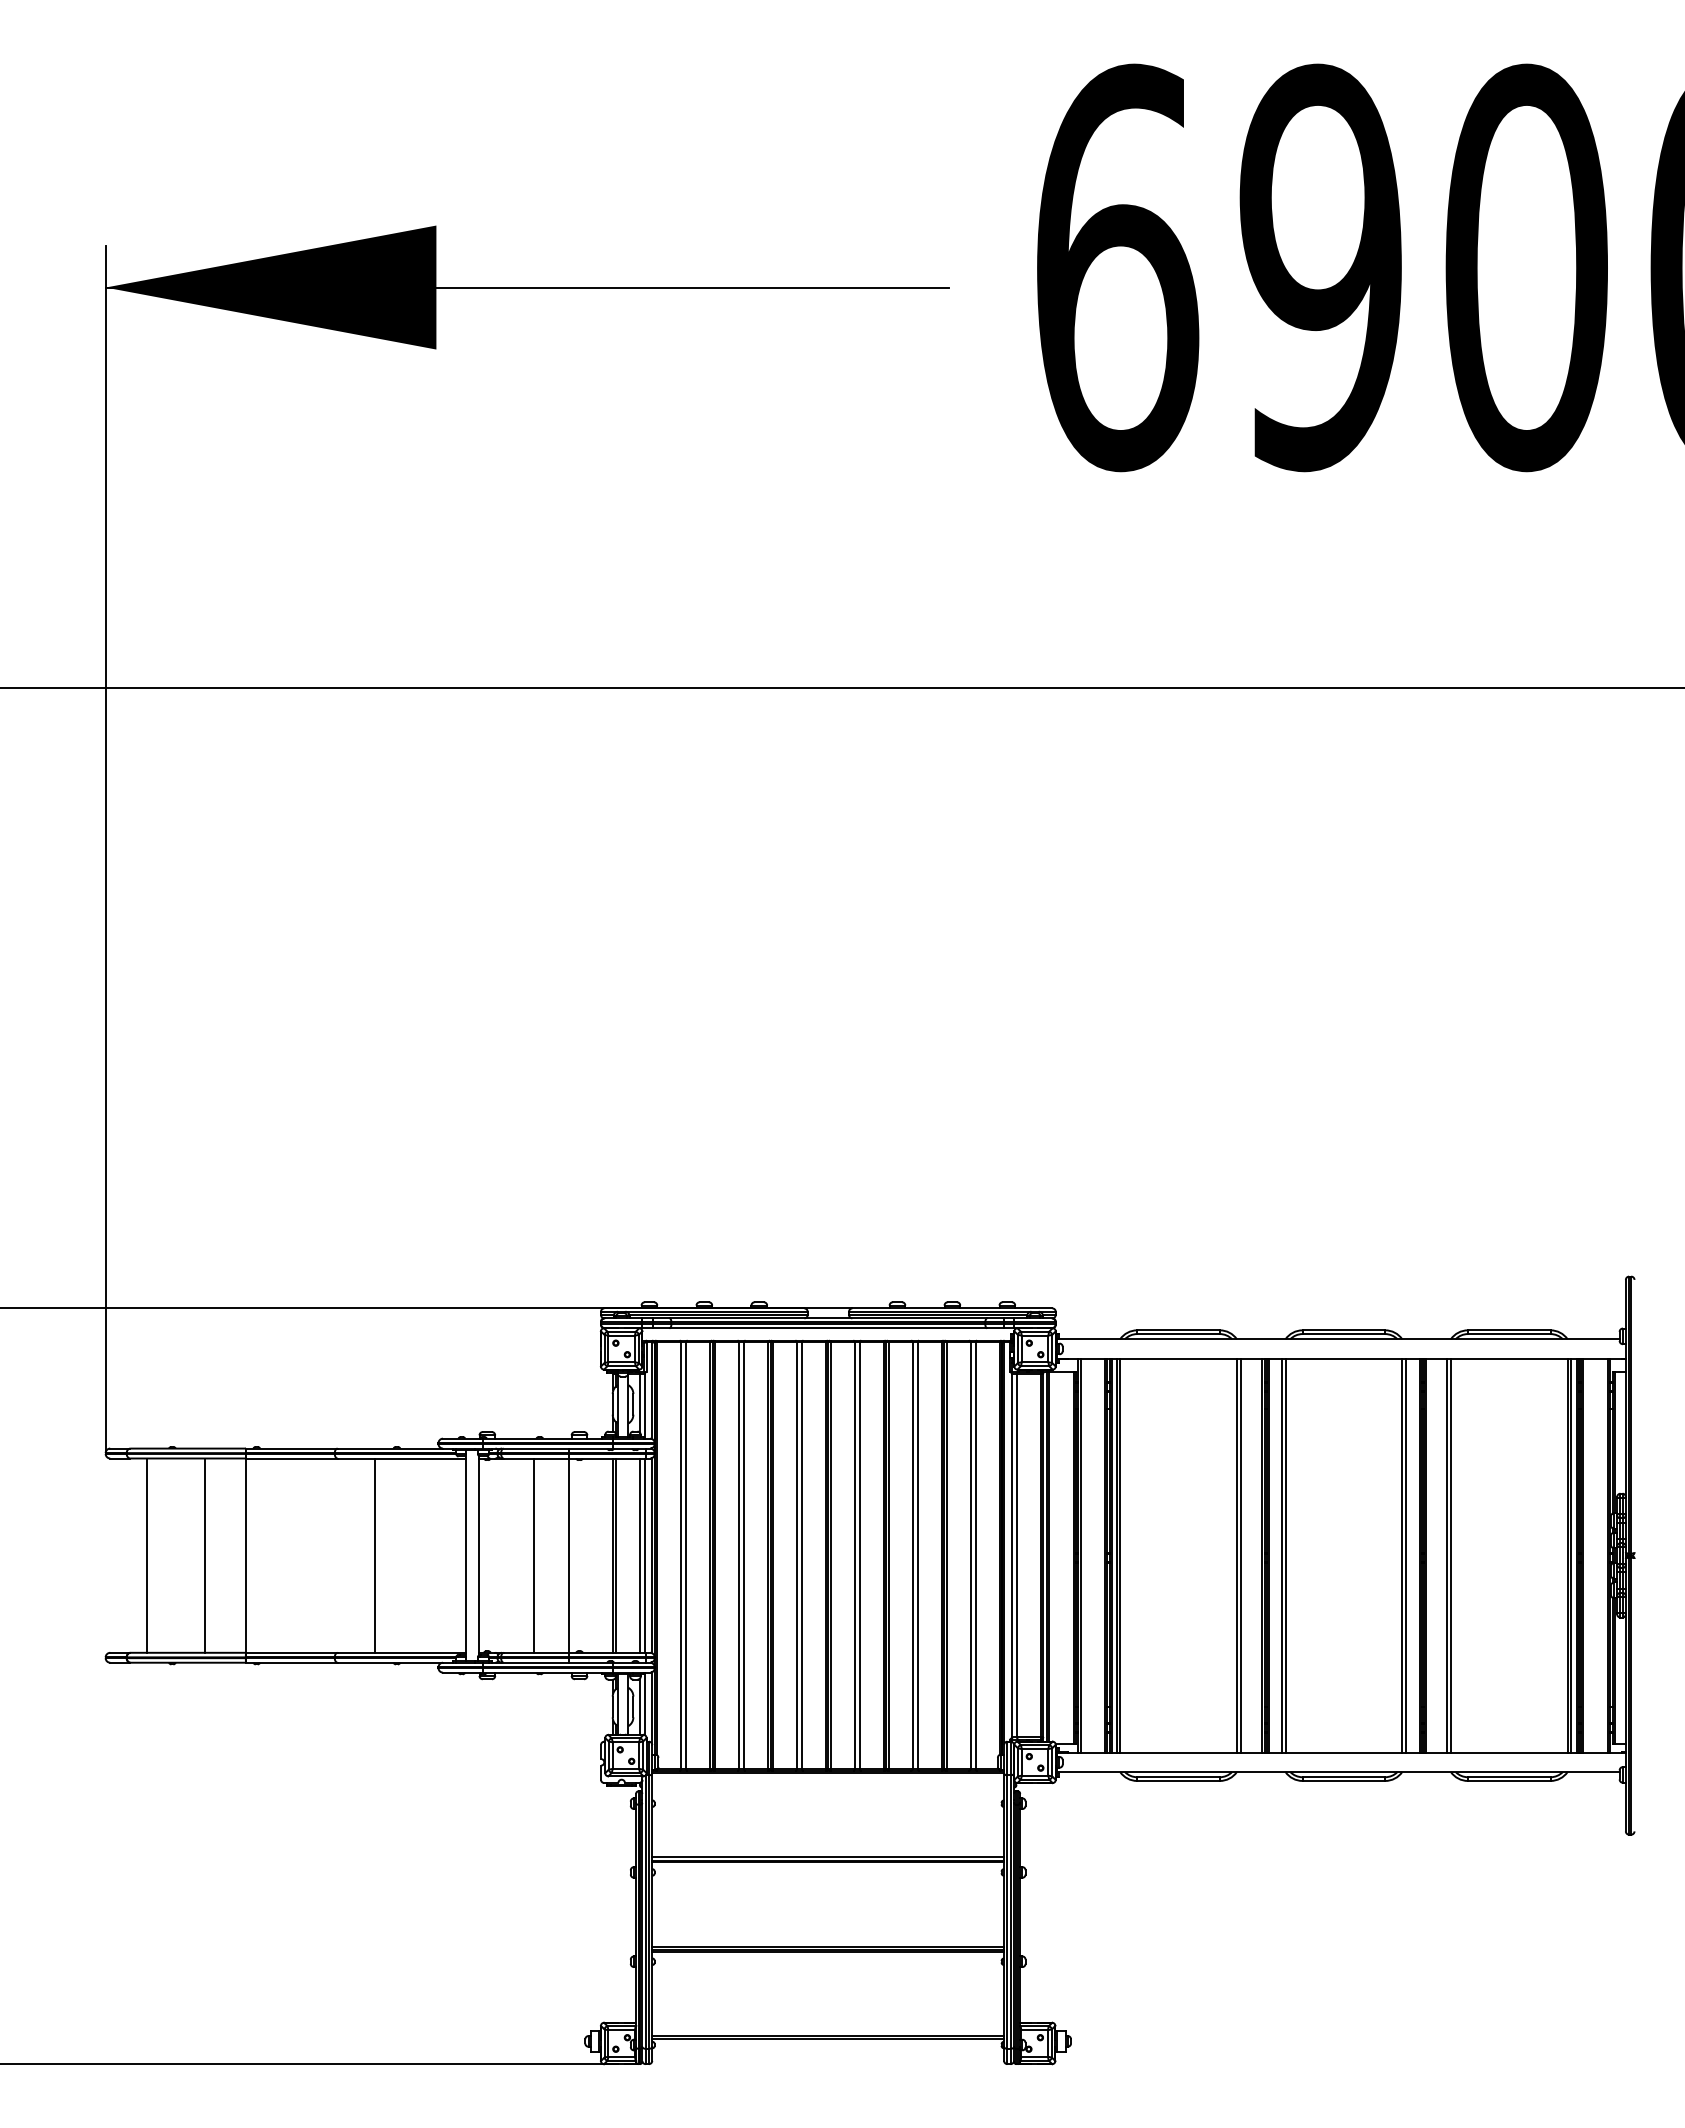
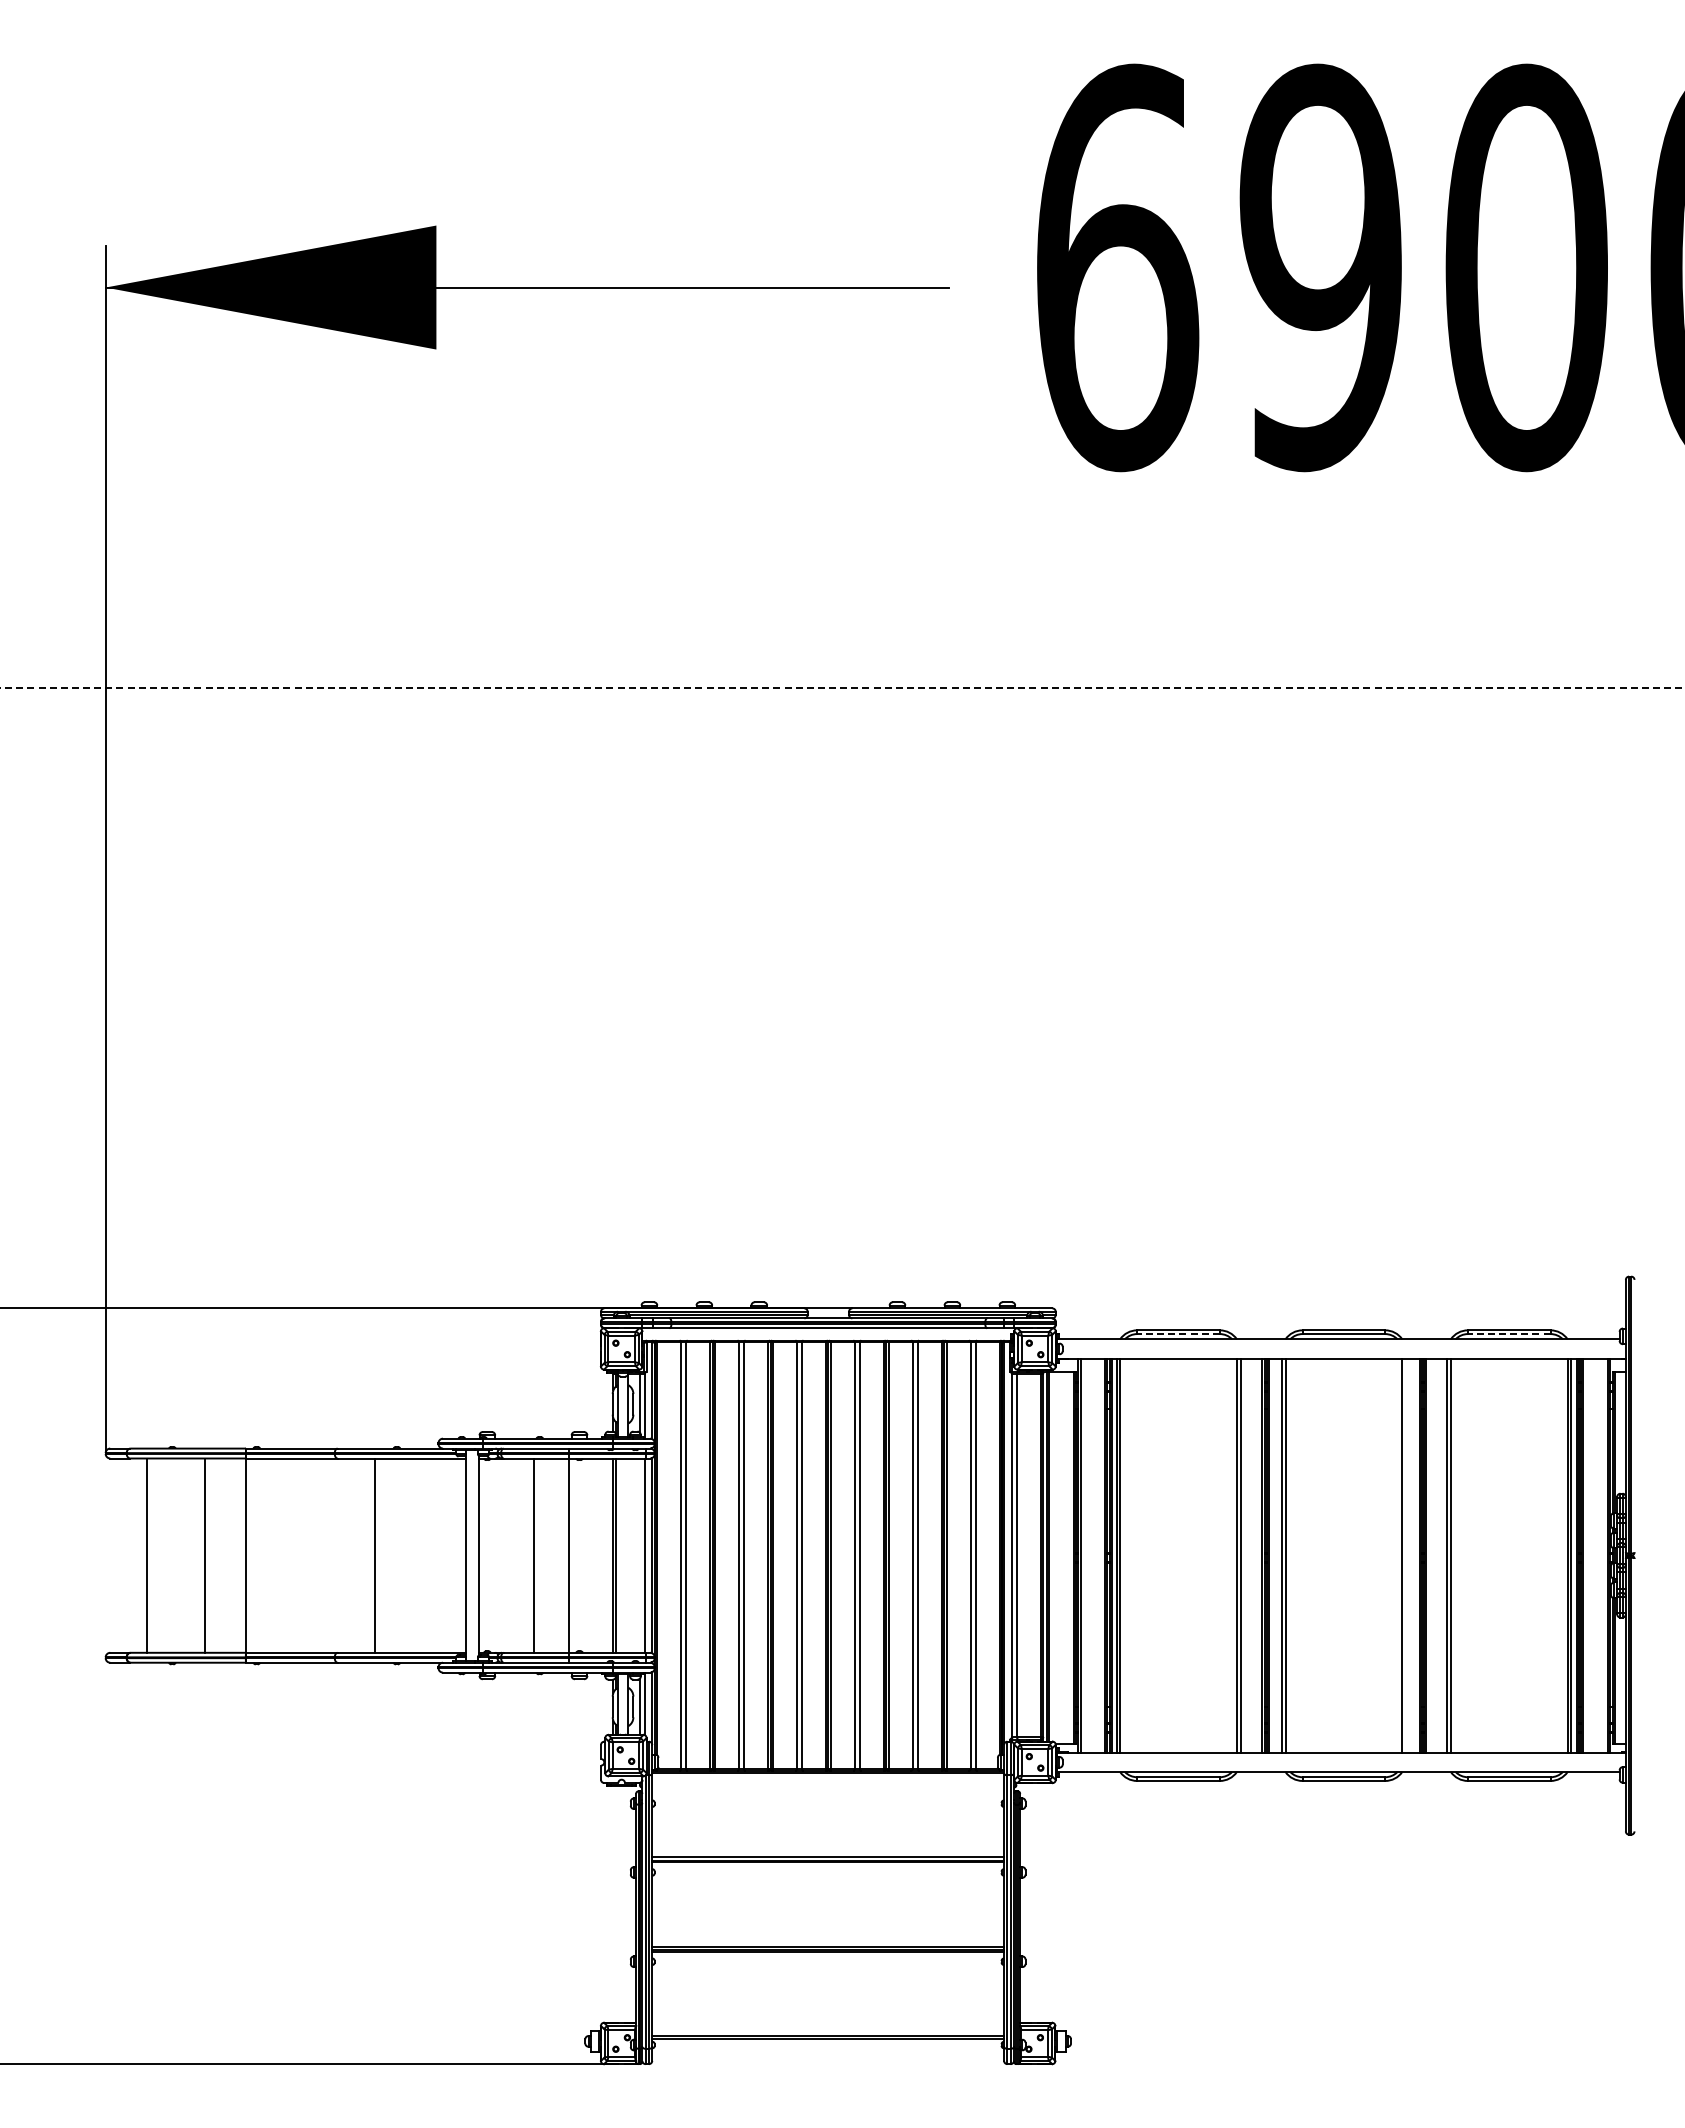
line at (842, 688): solid -> dashed
line at (1178, 1334): solid -> dashed
line at (1508, 1334): solid -> dashed
line at (639, 1555): present -> none
line at (1405, 1555): present -> none
